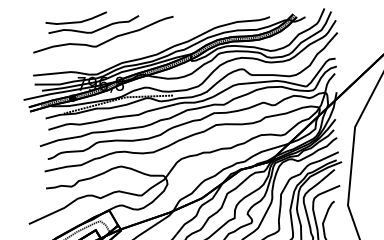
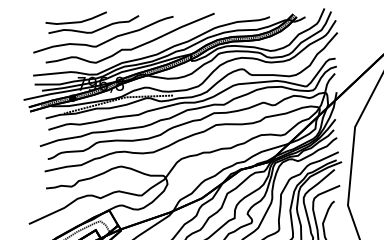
curve at (133, 47): none -> present
